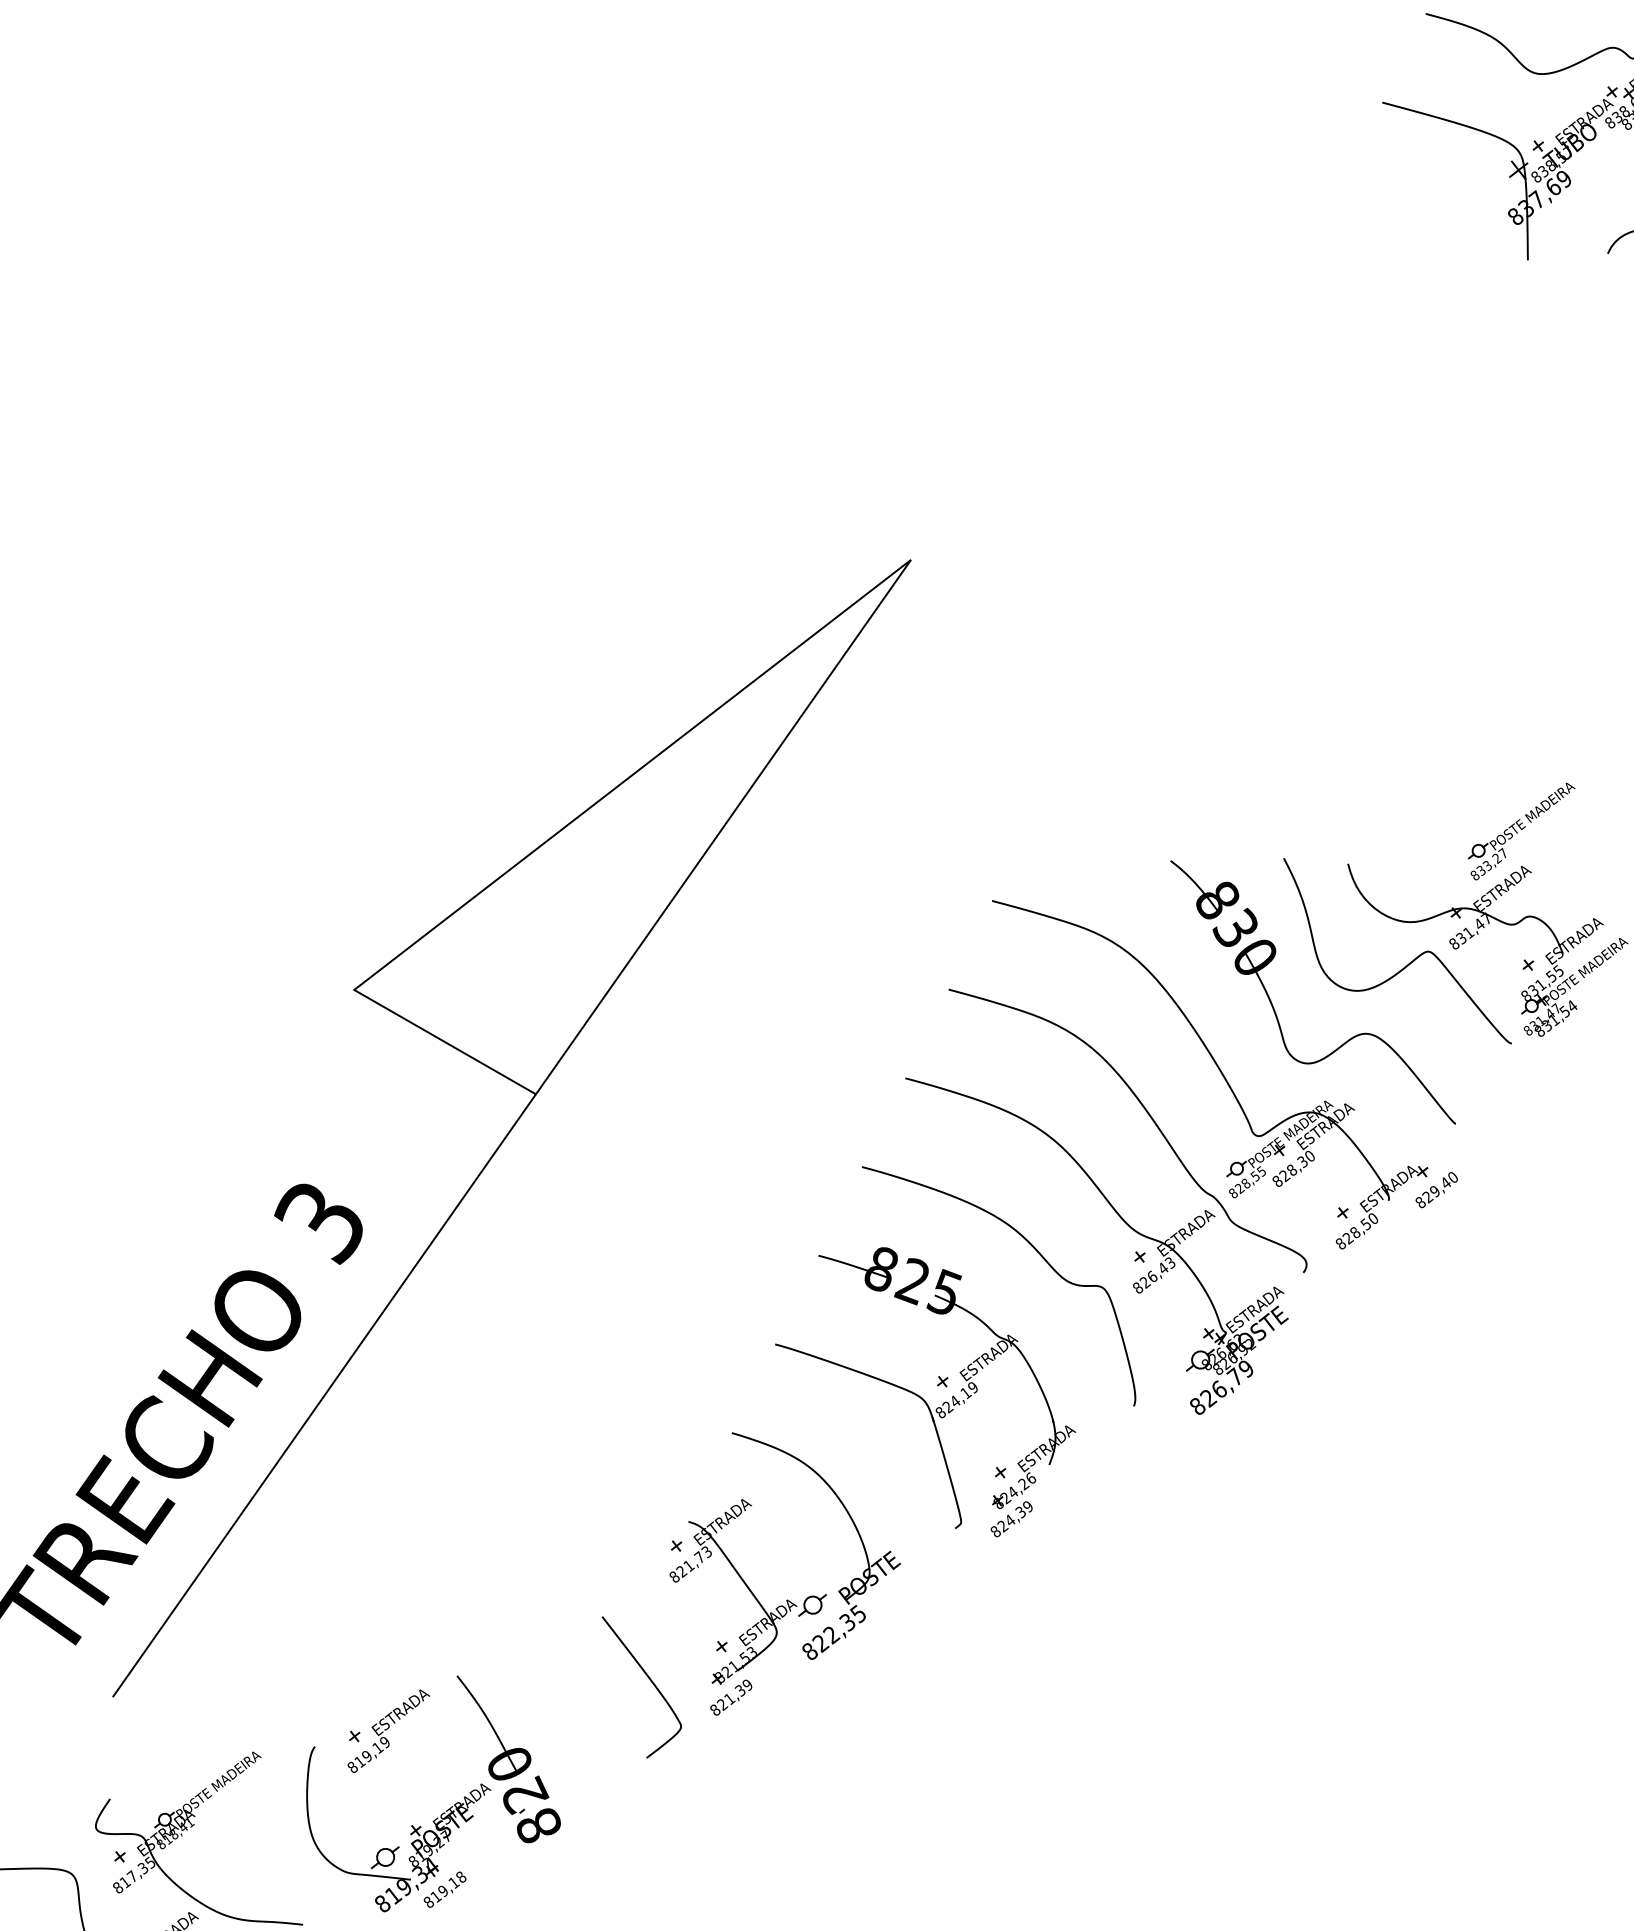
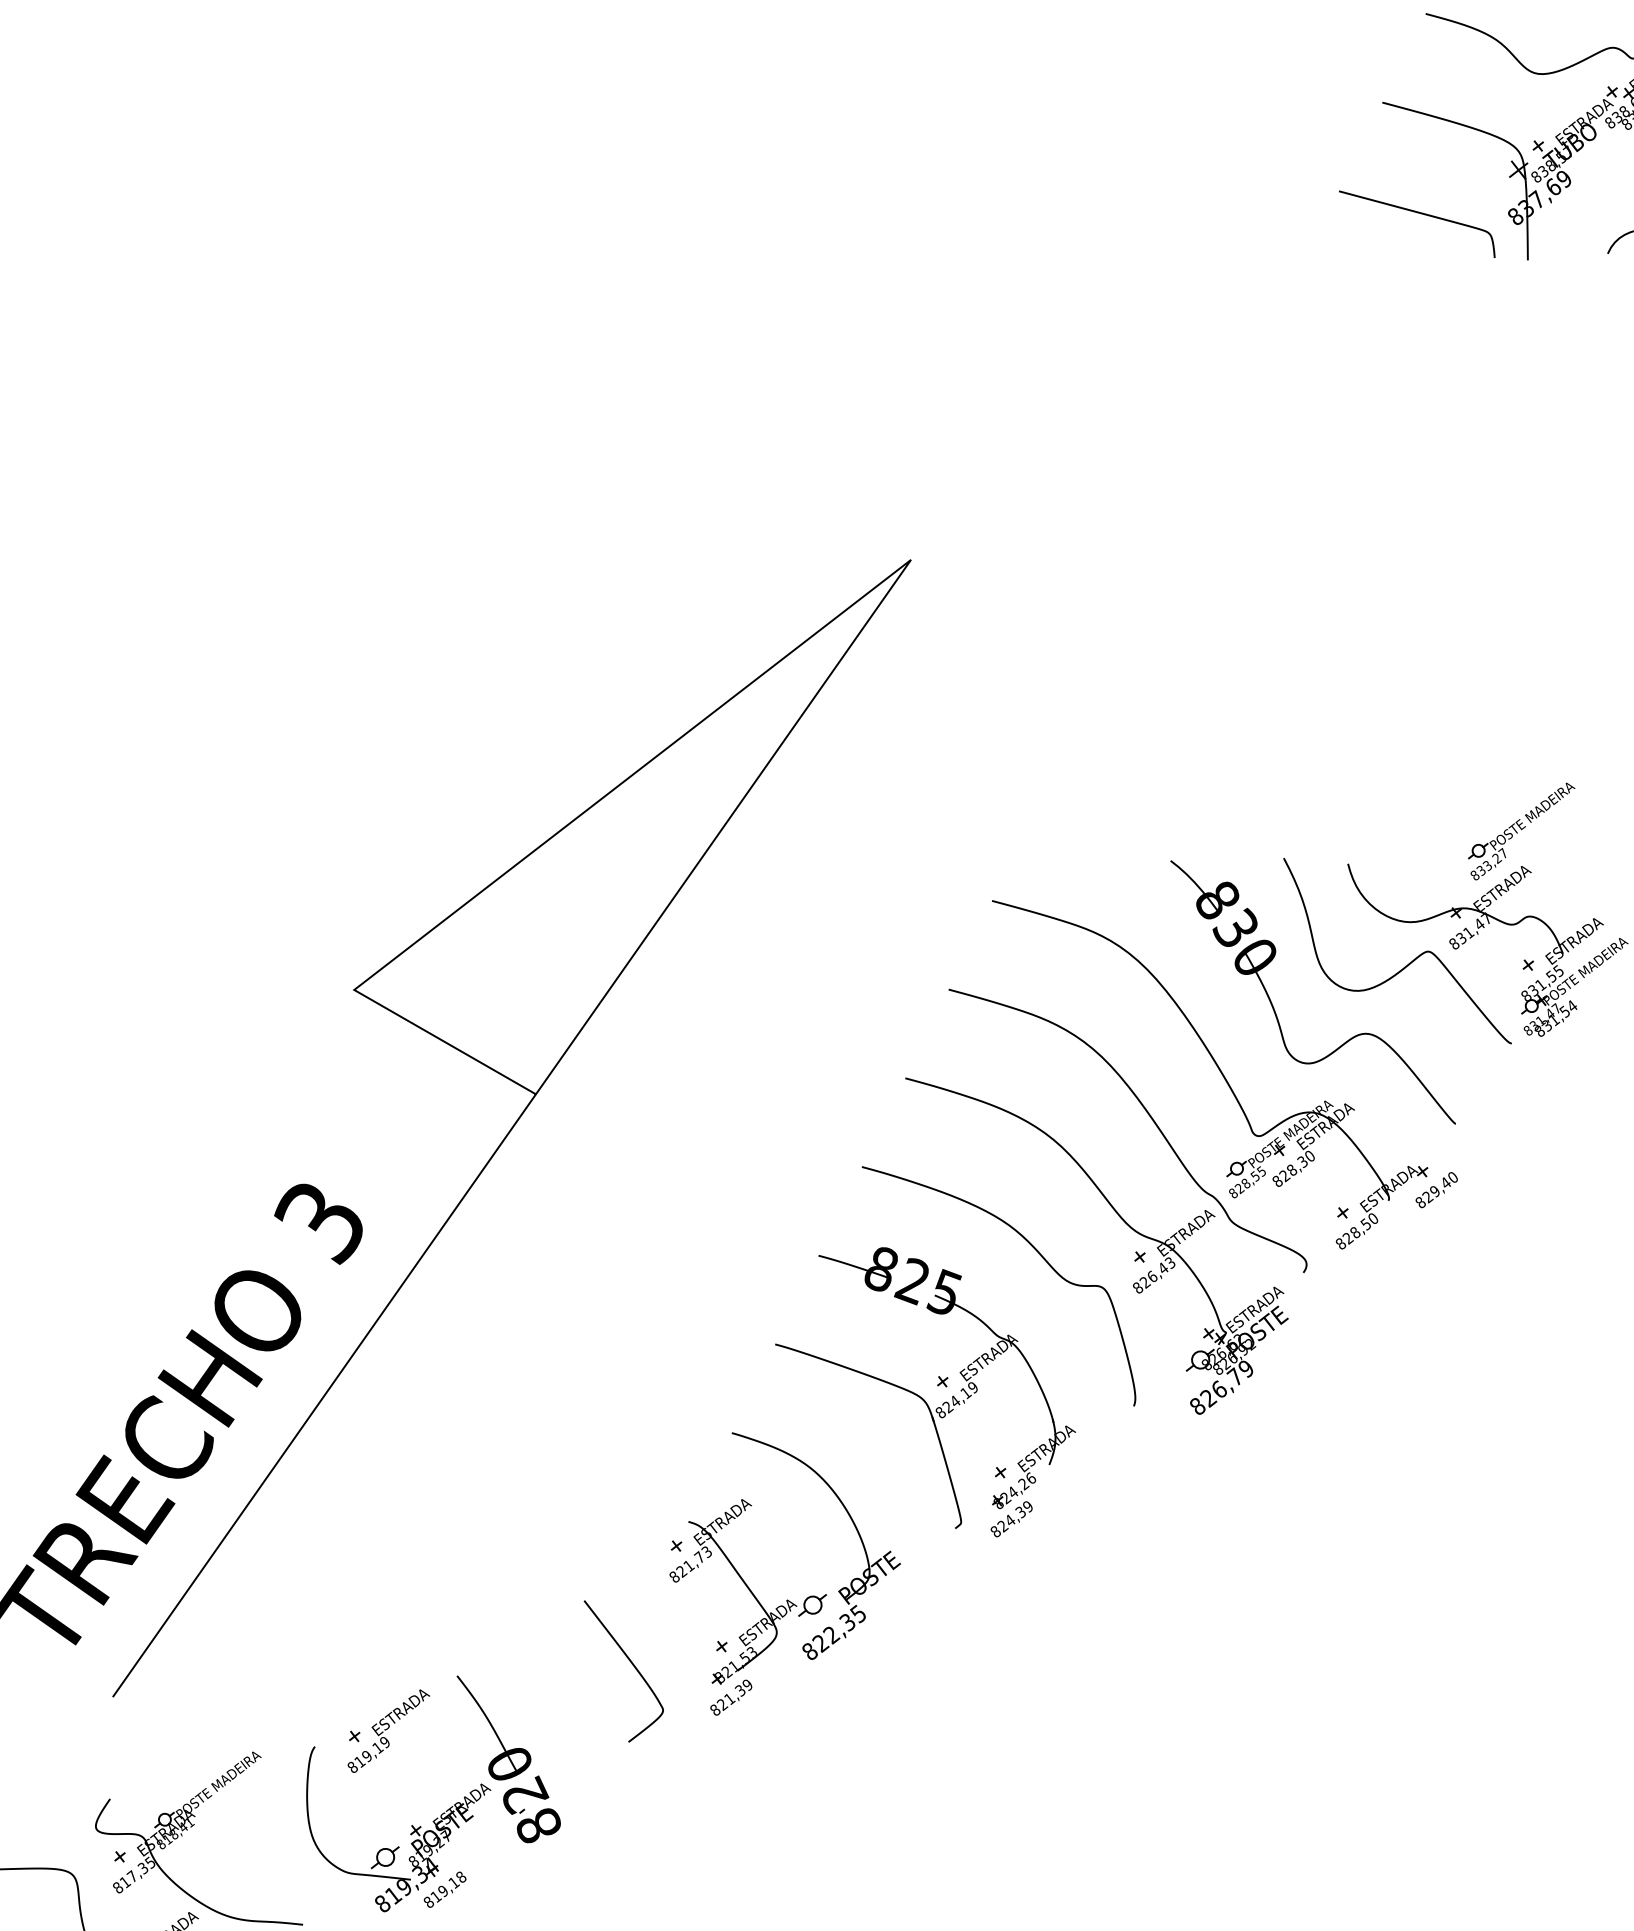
curve at (1421, 214): none -> present
curve at (650, 1681) position: (650, 1681) -> (632, 1665)
